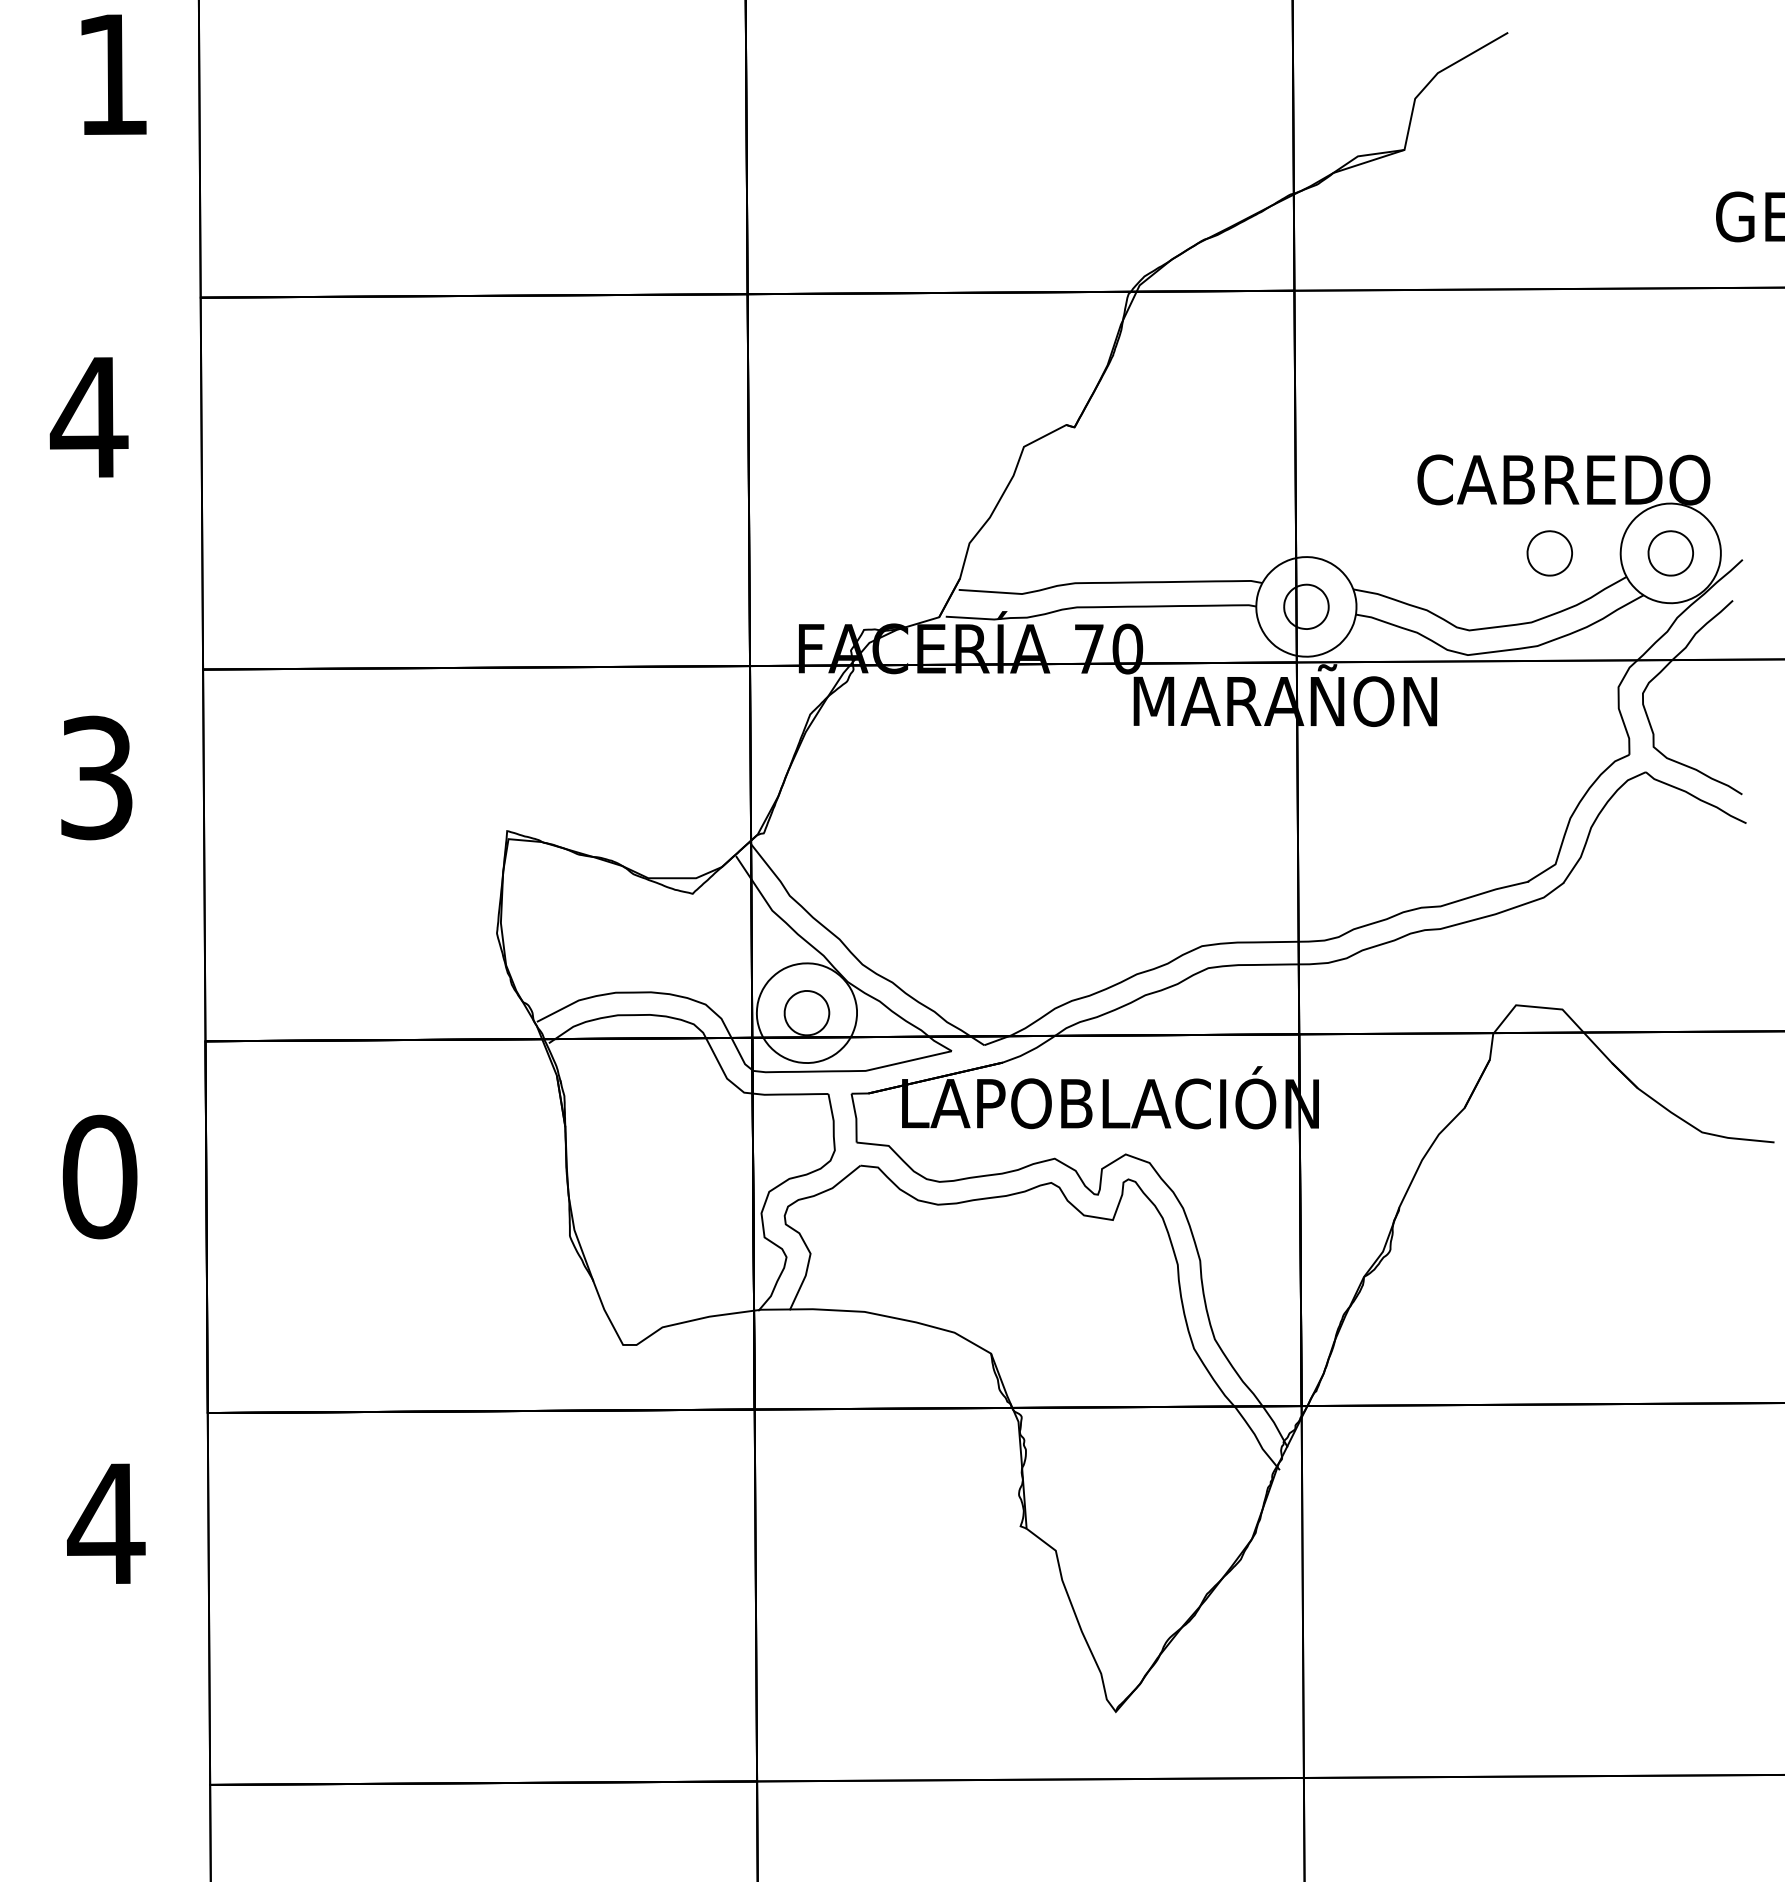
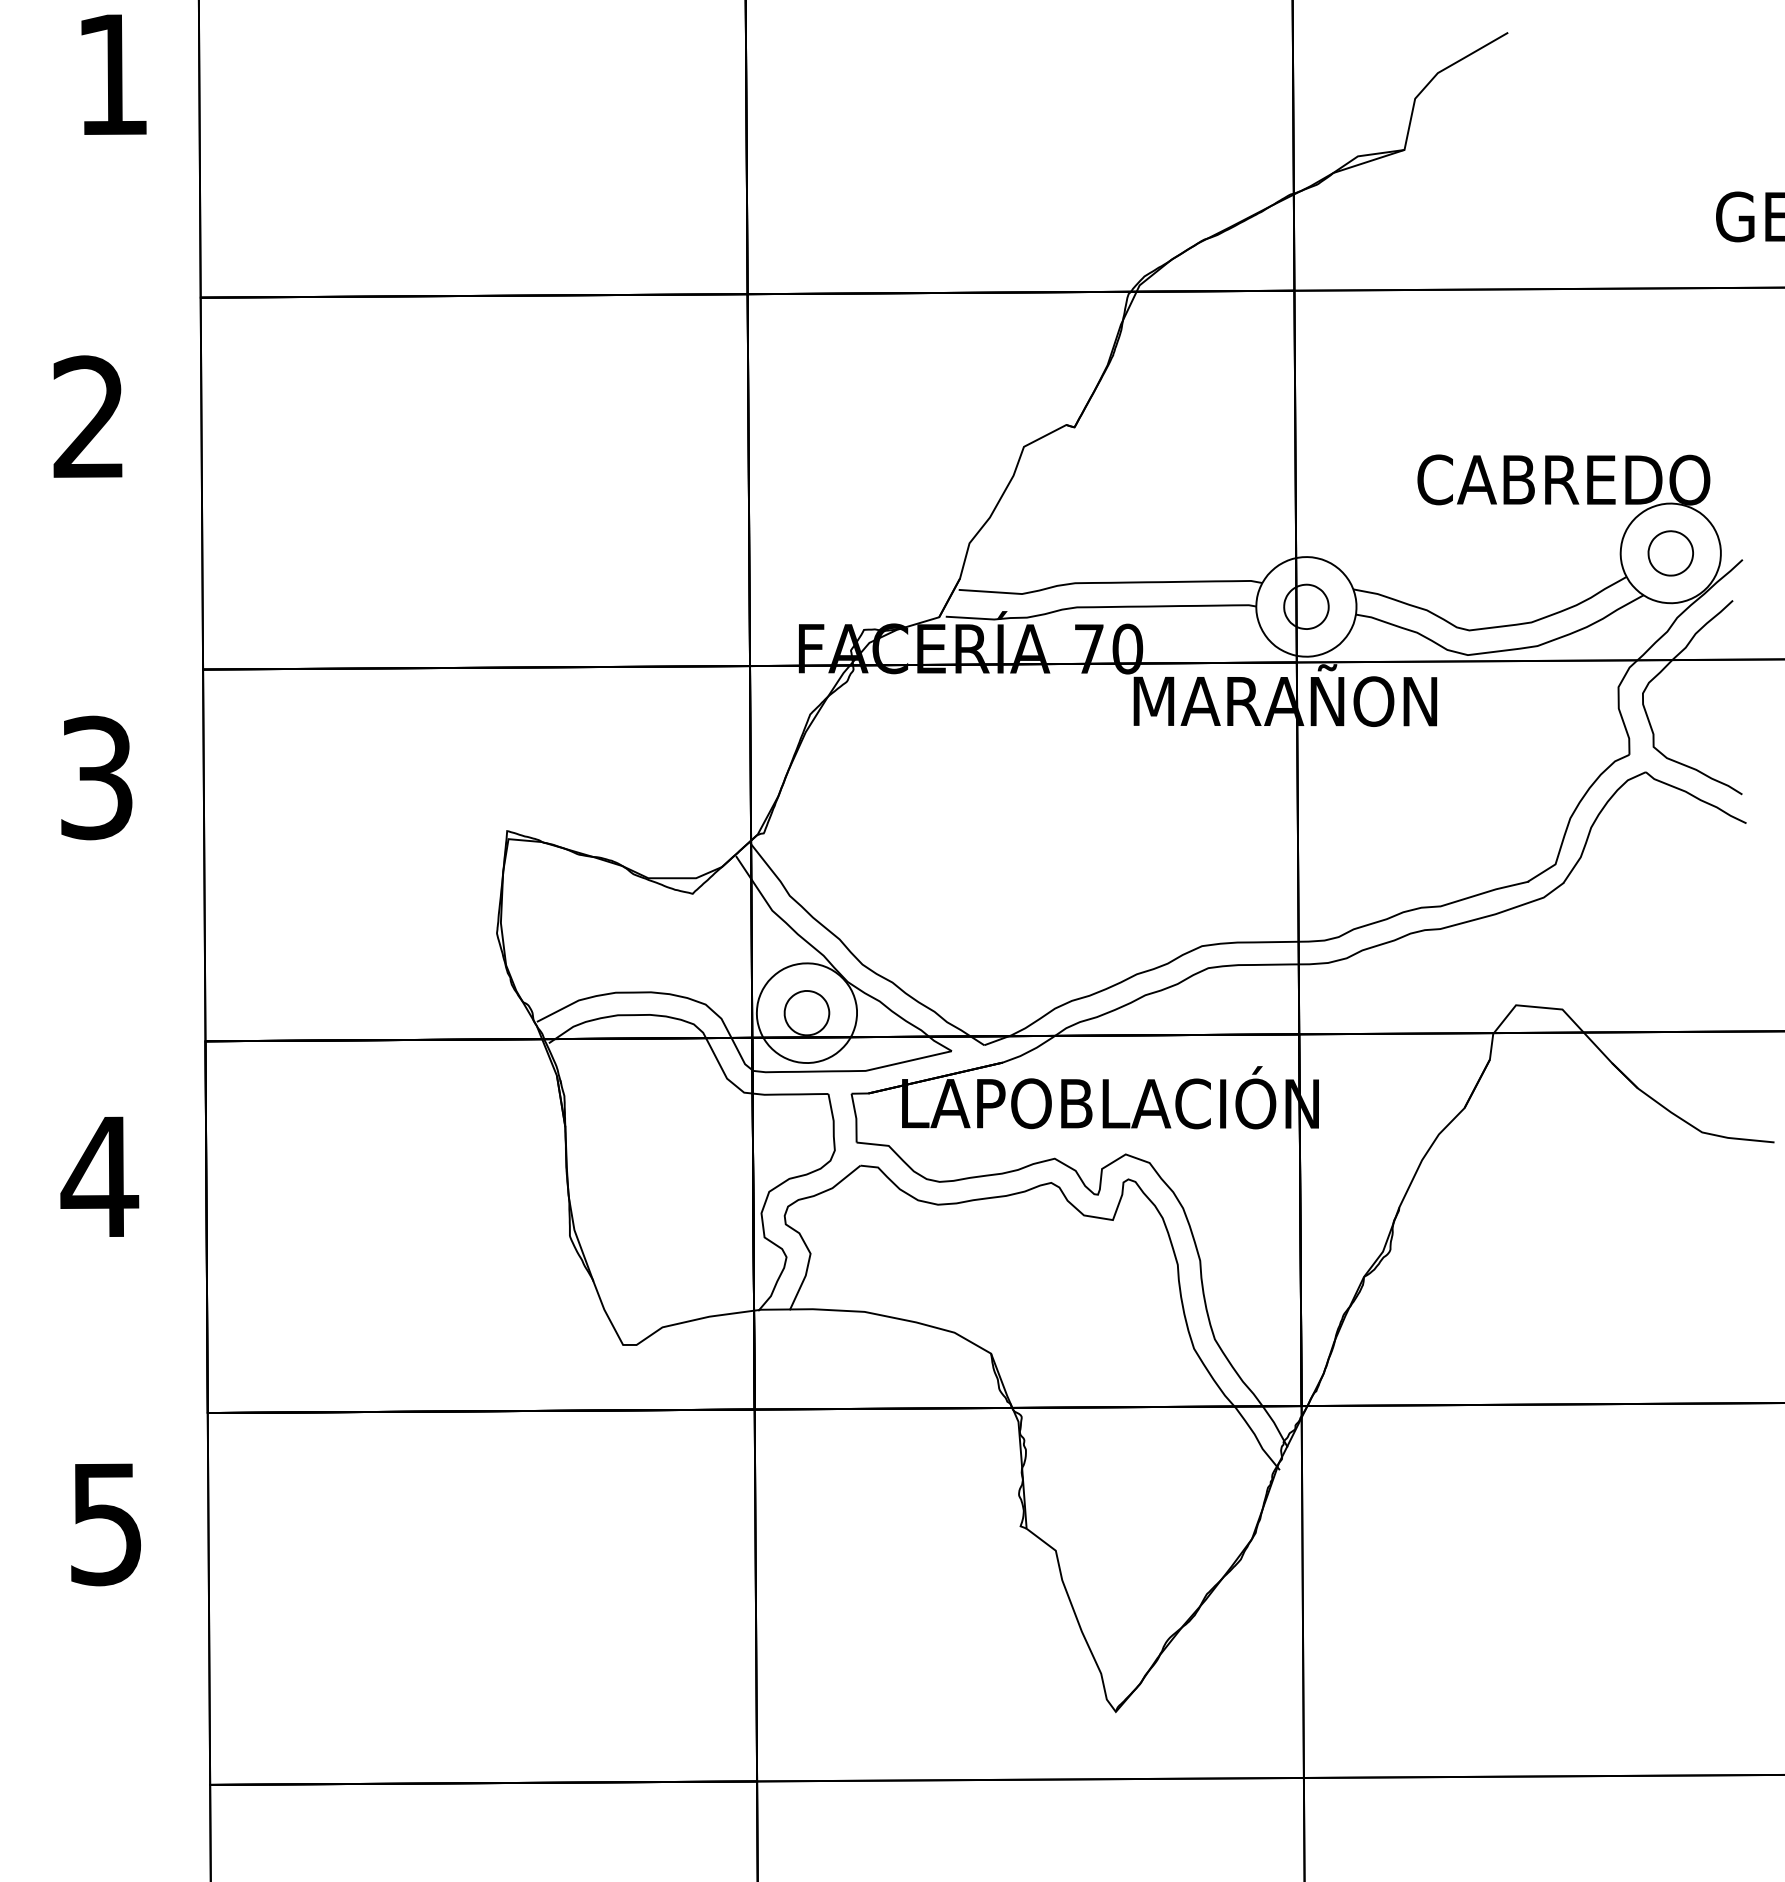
text at (88, 416): 4 -> 2
part at (1549, 553): present -> none
text at (99, 1176): 0 -> 4
text at (106, 1524): 4 -> 5
